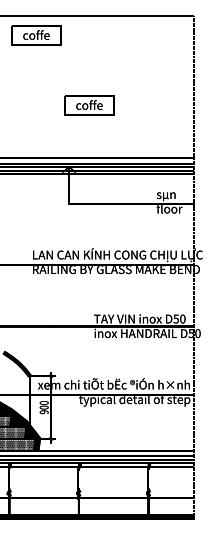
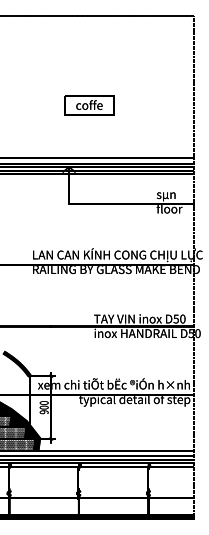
part at (36, 35): present -> none
